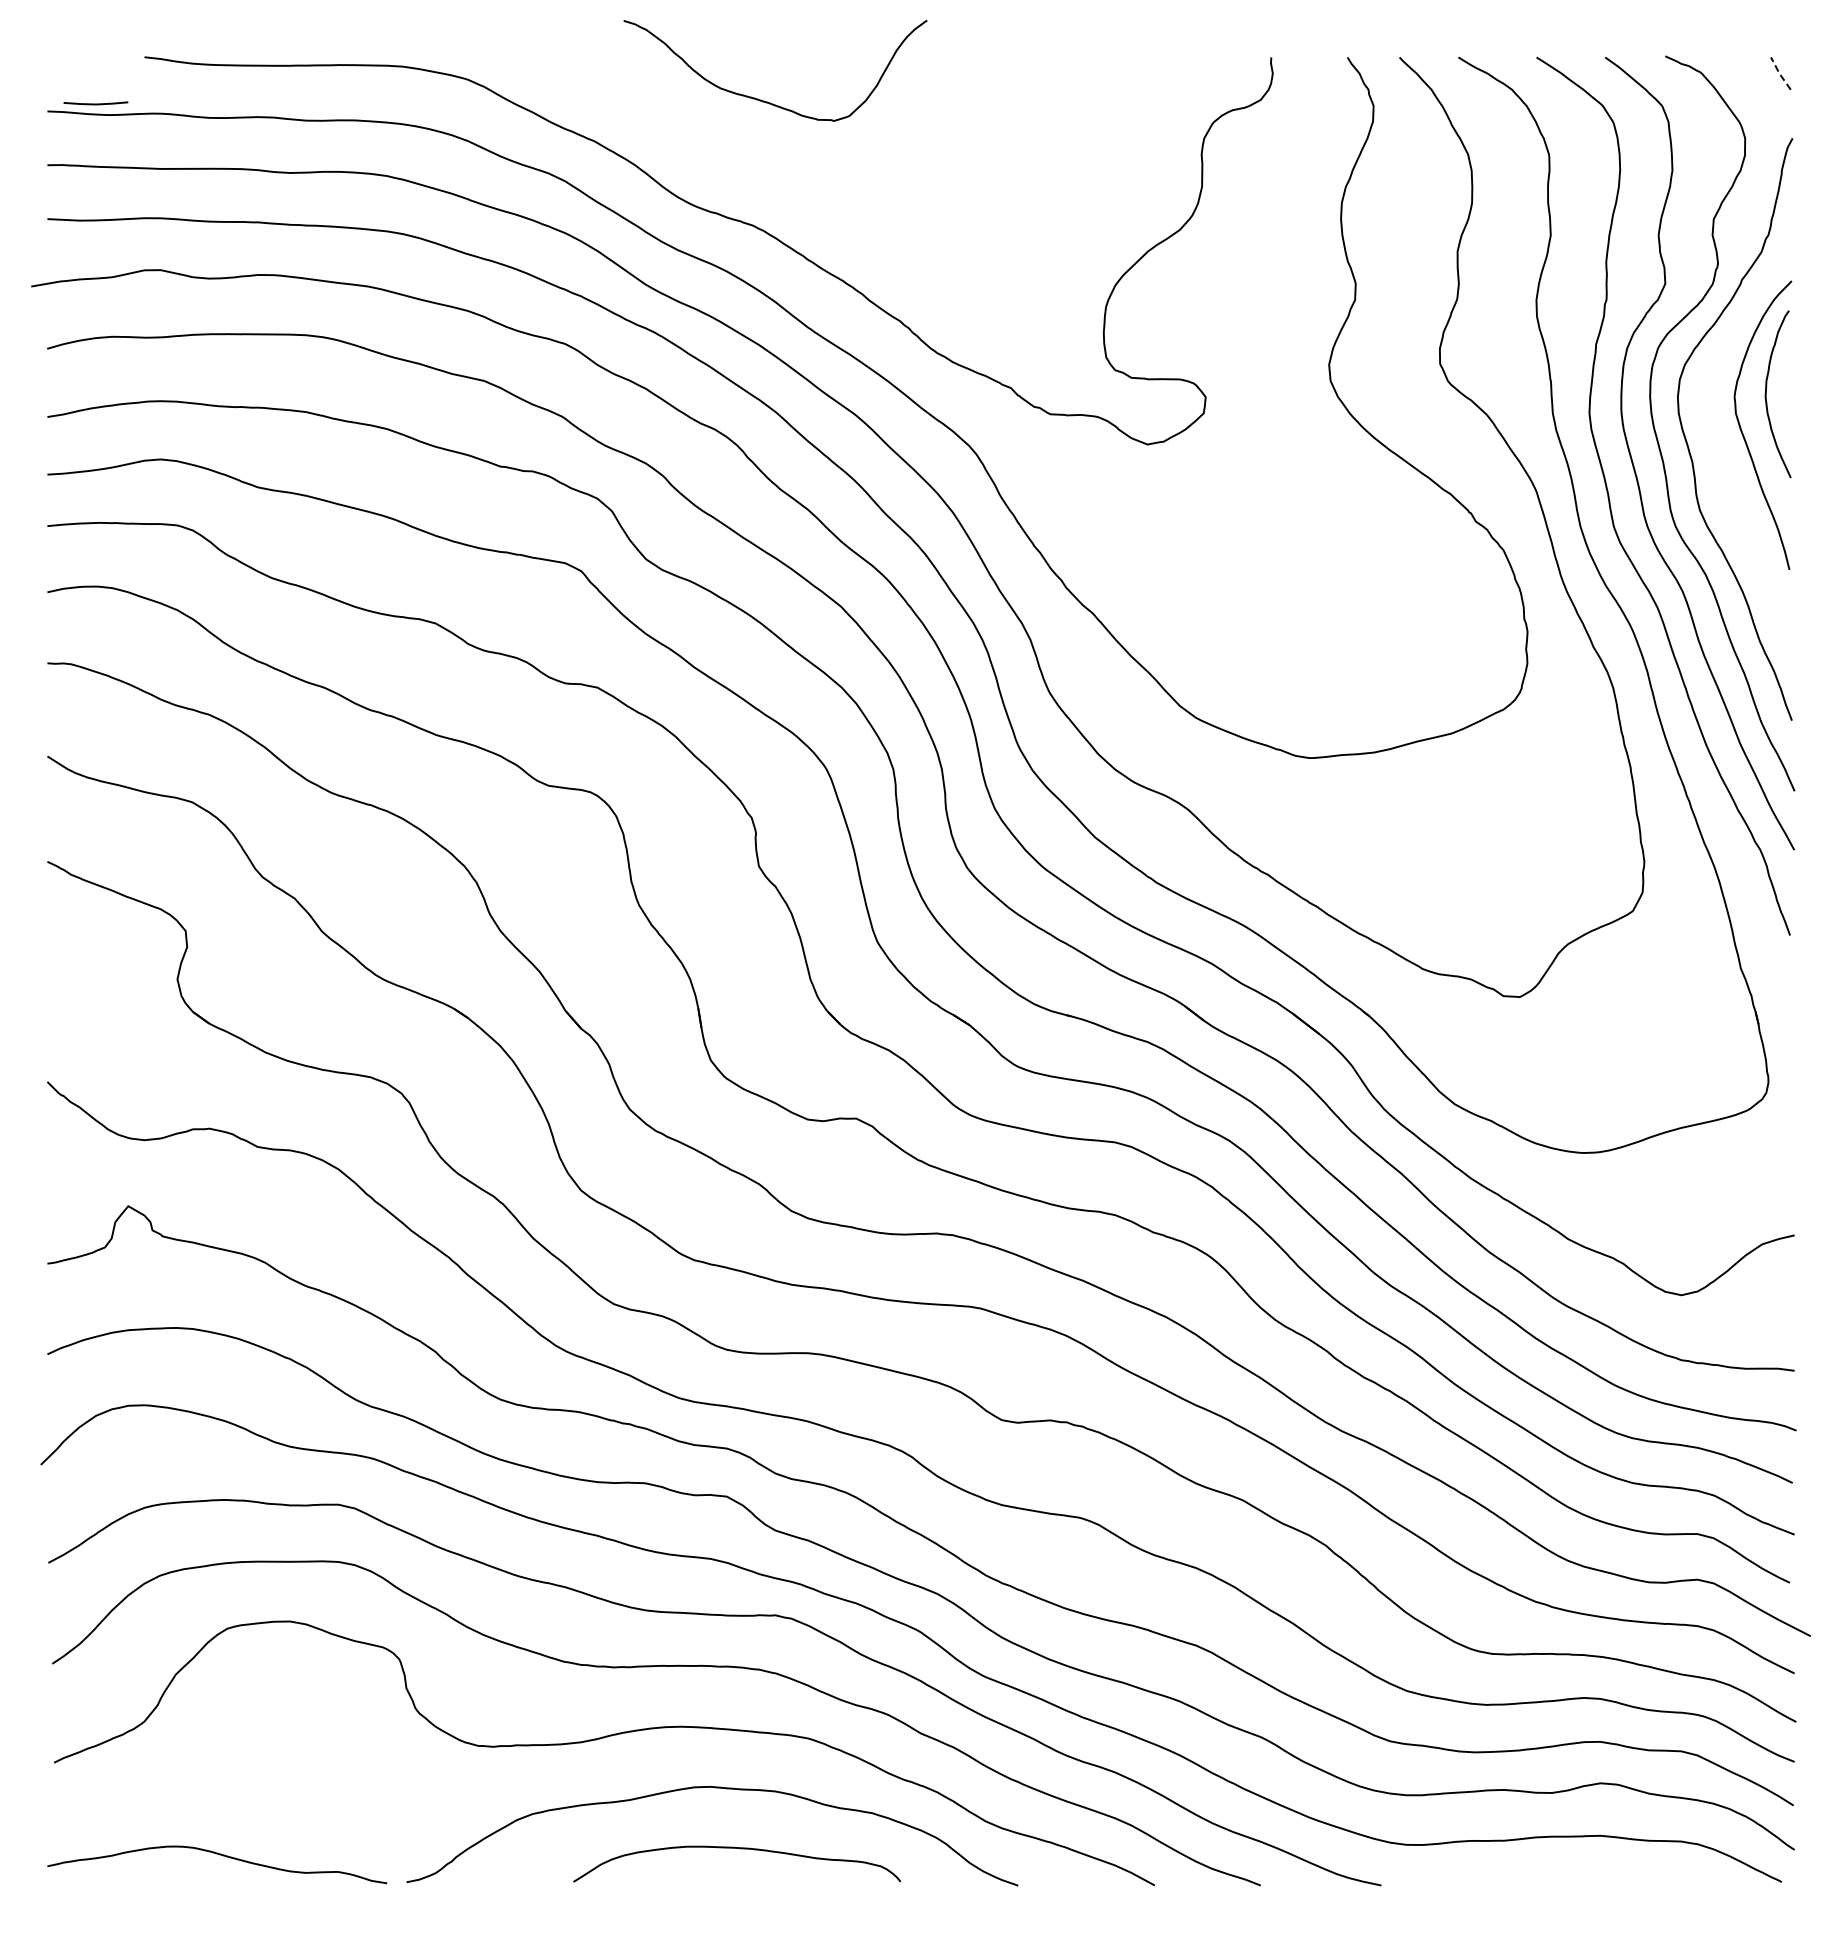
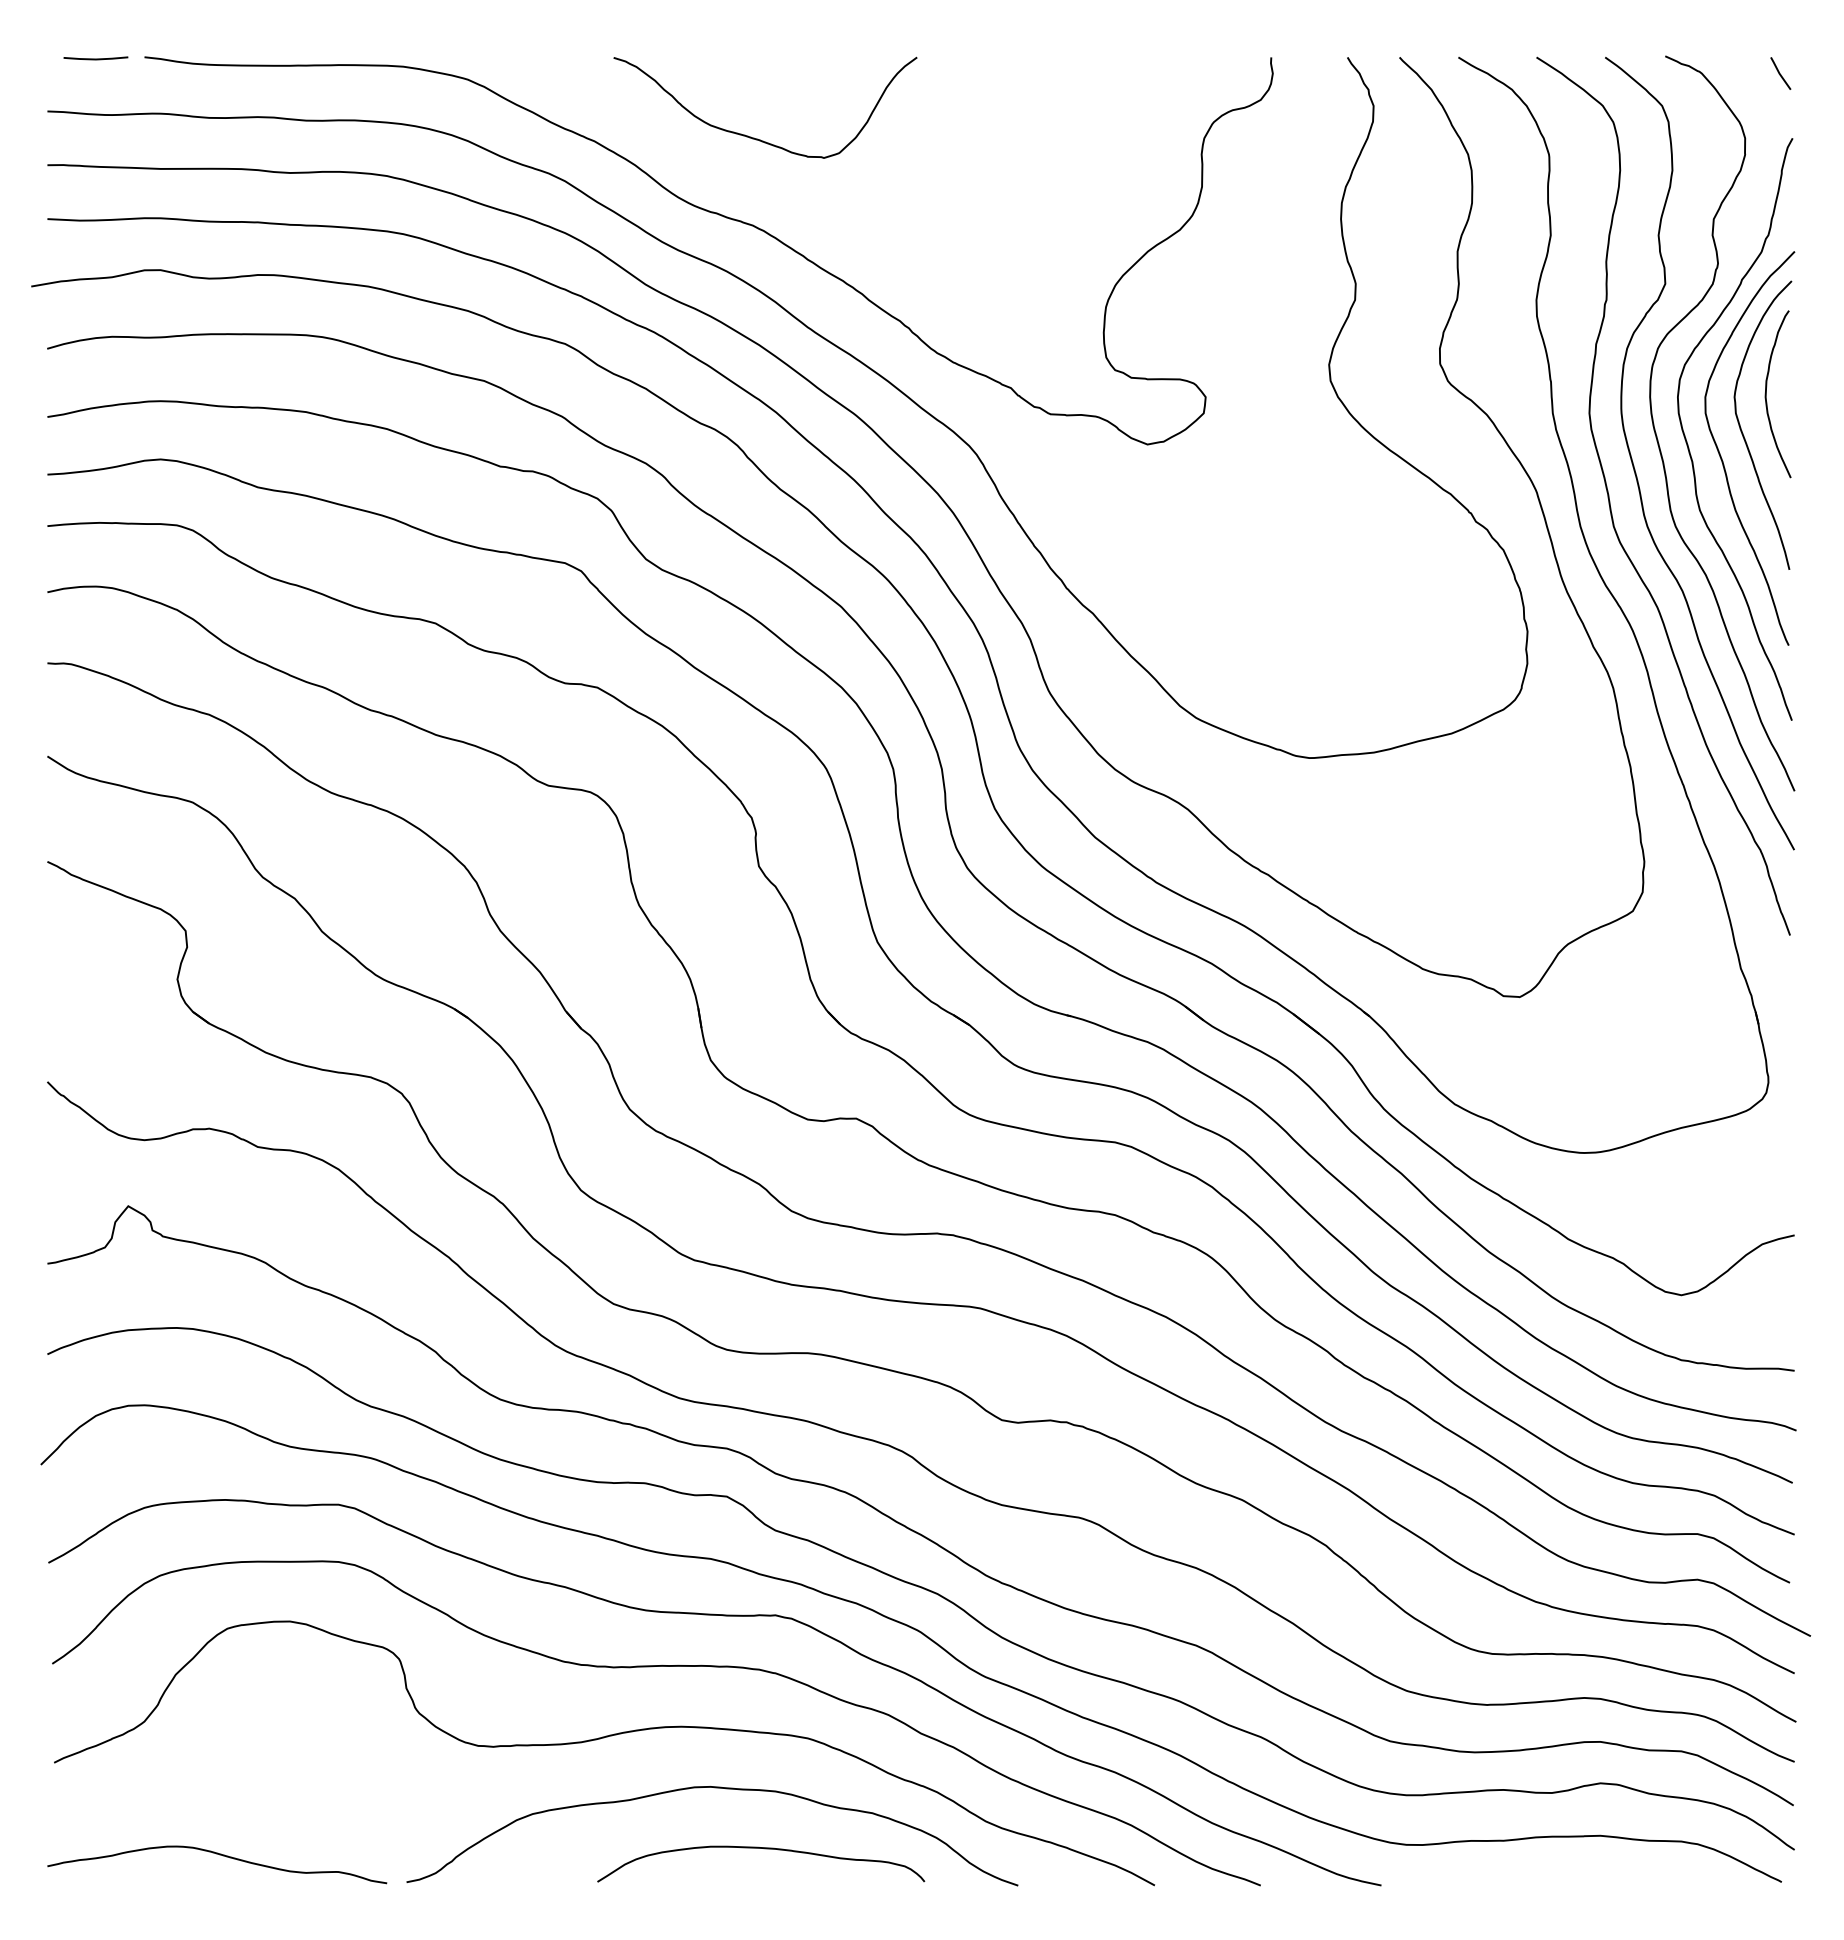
line at (1779, 73): dashed -> solid
curve at (764, 100) position: (764, 100) -> (754, 137)
line at (95, 103) position: (95, 103) -> (95, 58)
curve at (1722, 458): none -> present
curve at (740, 1849) position: (740, 1849) -> (764, 1849)
